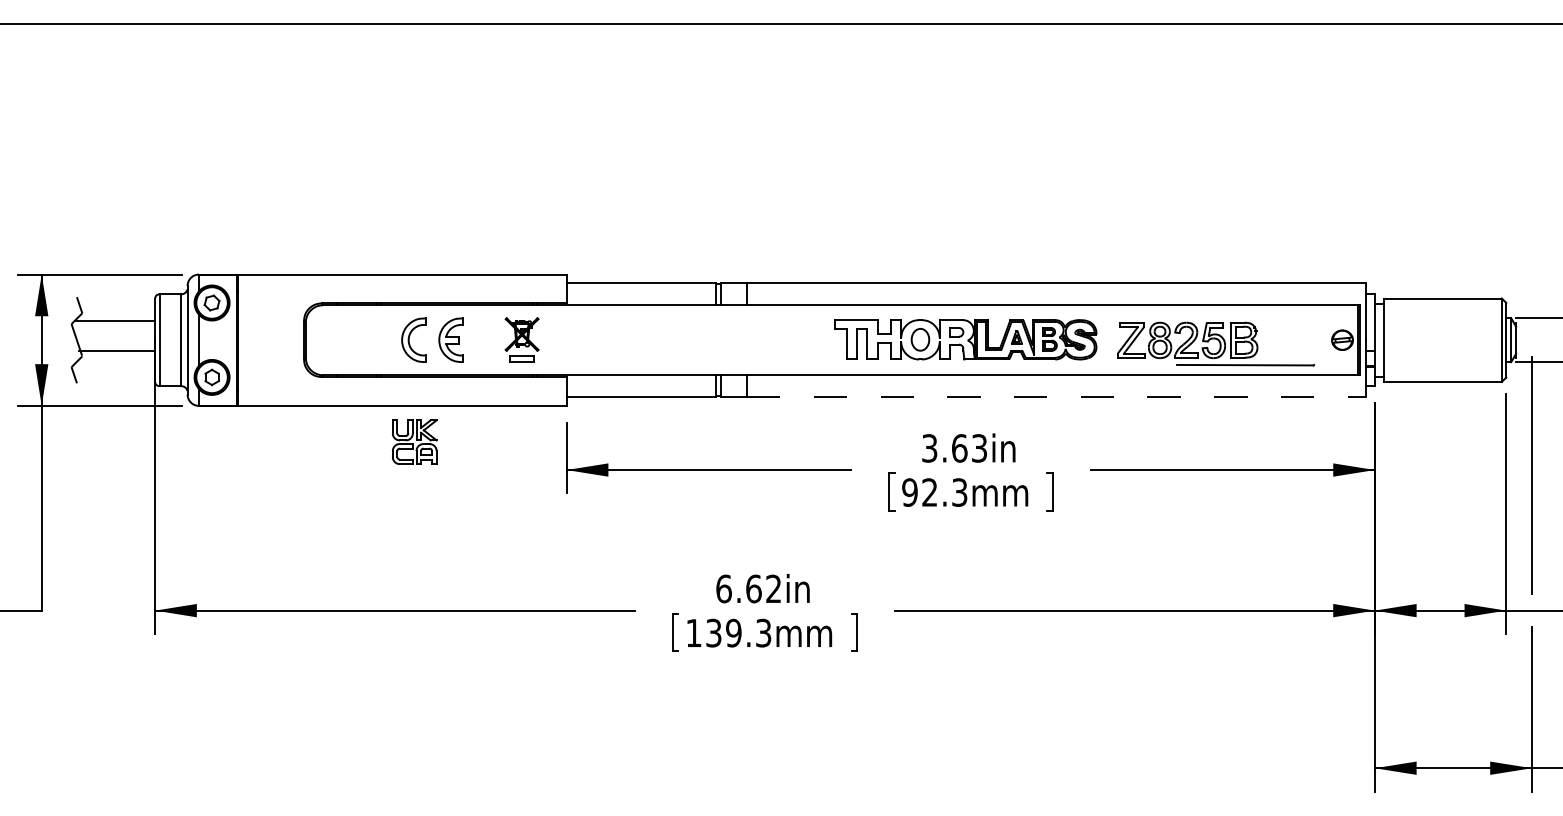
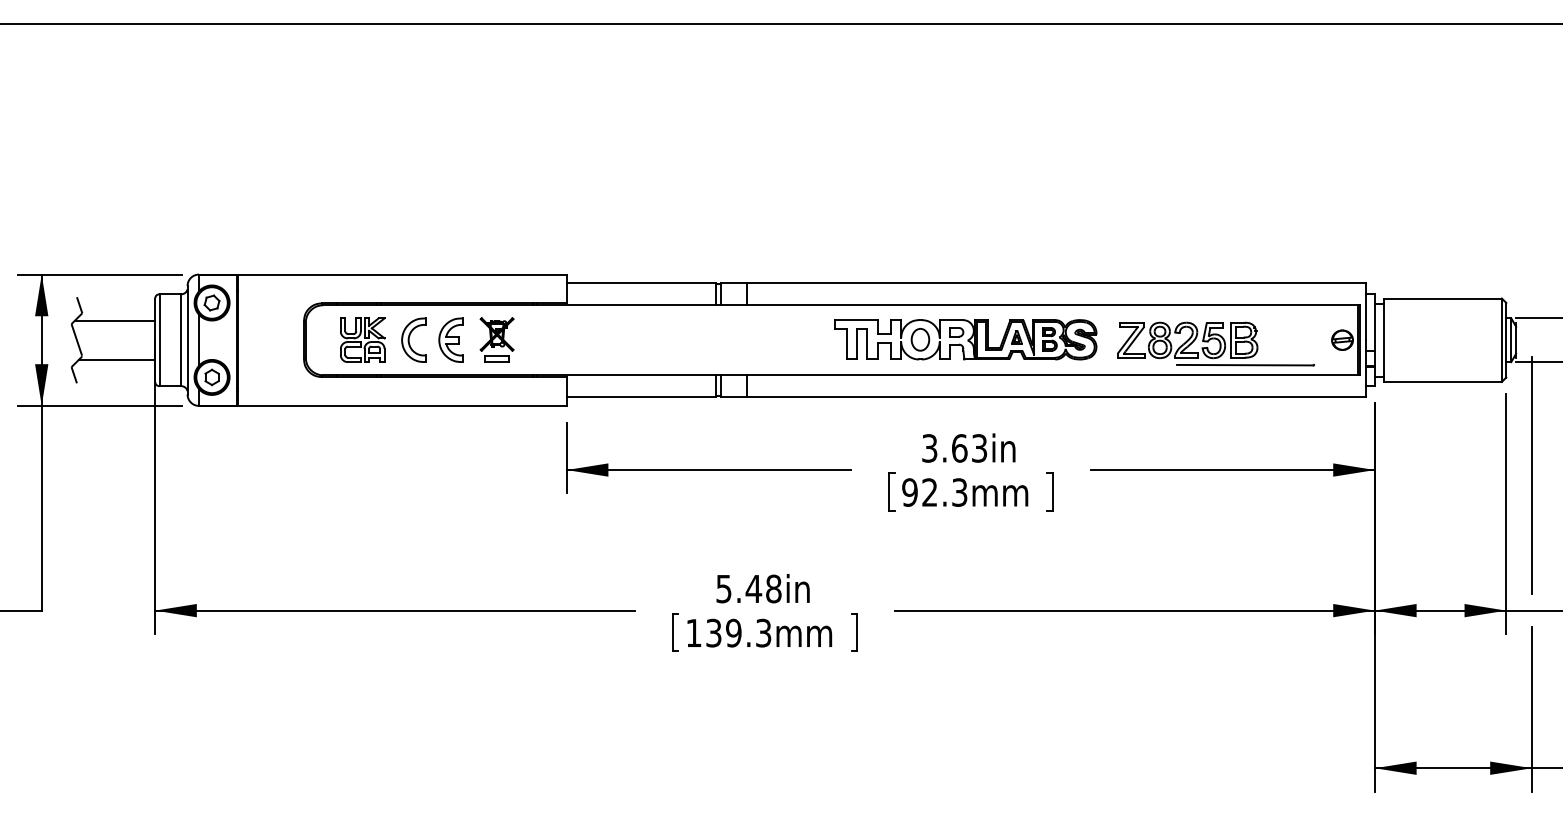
part at (521, 339) position: (521, 339) -> (496, 339)
line at (116, 350) position: (116, 350) -> (116, 359)
line at (1056, 397): dashed -> solid
part at (414, 441) position: (414, 441) -> (362, 339)
text at (748, 588): 6.62in -> 5.48in
